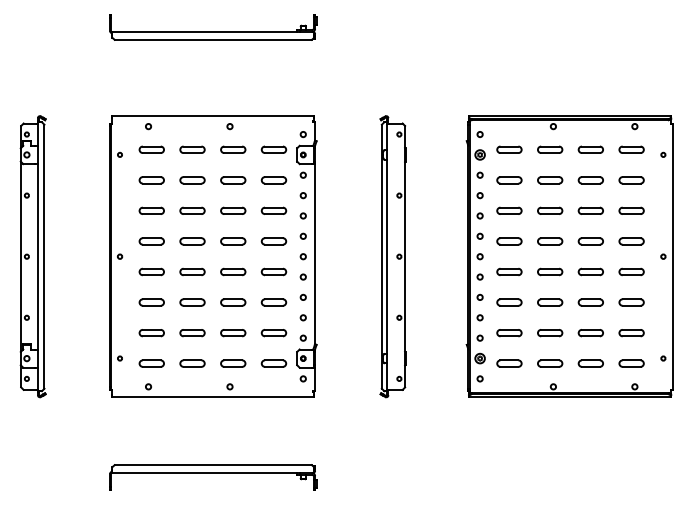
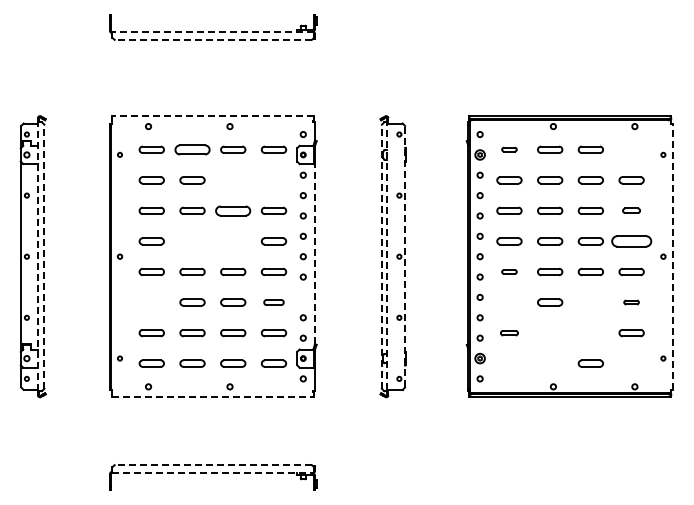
line at (212, 32): solid -> dashed
line at (213, 39): solid -> dashed
line at (212, 116): solid -> dashed
part at (192, 149) size: 27x9 px -> 37x12 px
part at (509, 149) size: 27x9 px -> 17x7 px
part at (631, 149): present -> none
part at (233, 180): present -> none
part at (273, 180): present -> none
part at (233, 210) size: 27x9 px -> 37x12 px
part at (631, 210) size: 27x9 px -> 19x7 px
part at (192, 241): present -> none
part at (233, 241): present -> none
part at (631, 241) size: 27x9 px -> 42x13 px
line at (315, 253): solid -> dashed
line at (37, 256): solid -> dashed
line at (44, 256): solid -> dashed
line at (381, 256): solid -> dashed
line at (387, 256): solid -> dashed
line at (405, 256): solid -> dashed
line at (673, 256): solid -> dashed
part at (509, 271) size: 27x8 px -> 17x6 px
circle at (302, 296): present -> none
part at (151, 302): present -> none
part at (273, 302) size: 28x9 px -> 22x7 px
part at (509, 302): present -> none
part at (590, 302): present -> none
part at (631, 302) size: 27x9 px -> 17x7 px
part at (509, 333) size: 27x9 px -> 19x7 px
part at (550, 333): present -> none
part at (590, 333): present -> none
part at (509, 363): present -> none
part at (550, 363): present -> none
part at (631, 363): present -> none
line at (213, 397): solid -> dashed
line at (213, 465): solid -> dashed
line at (213, 472): solid -> dashed
